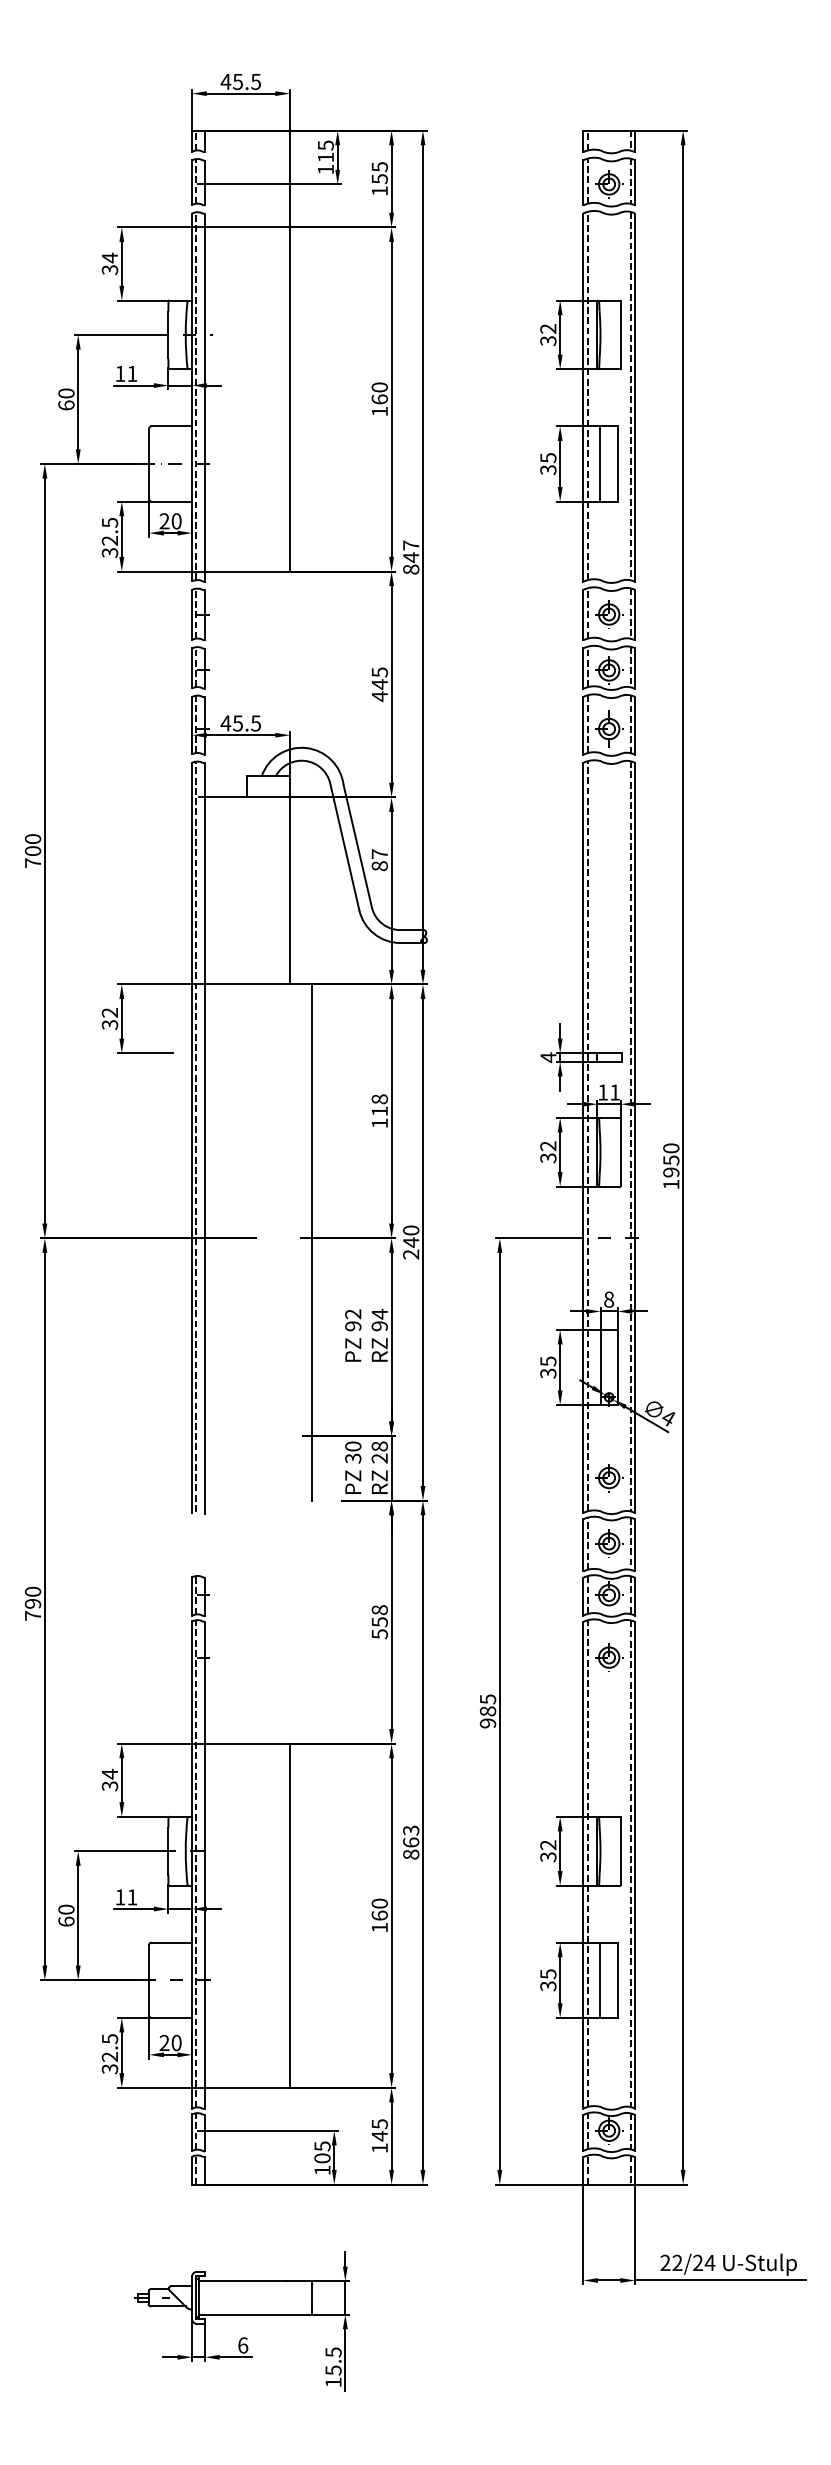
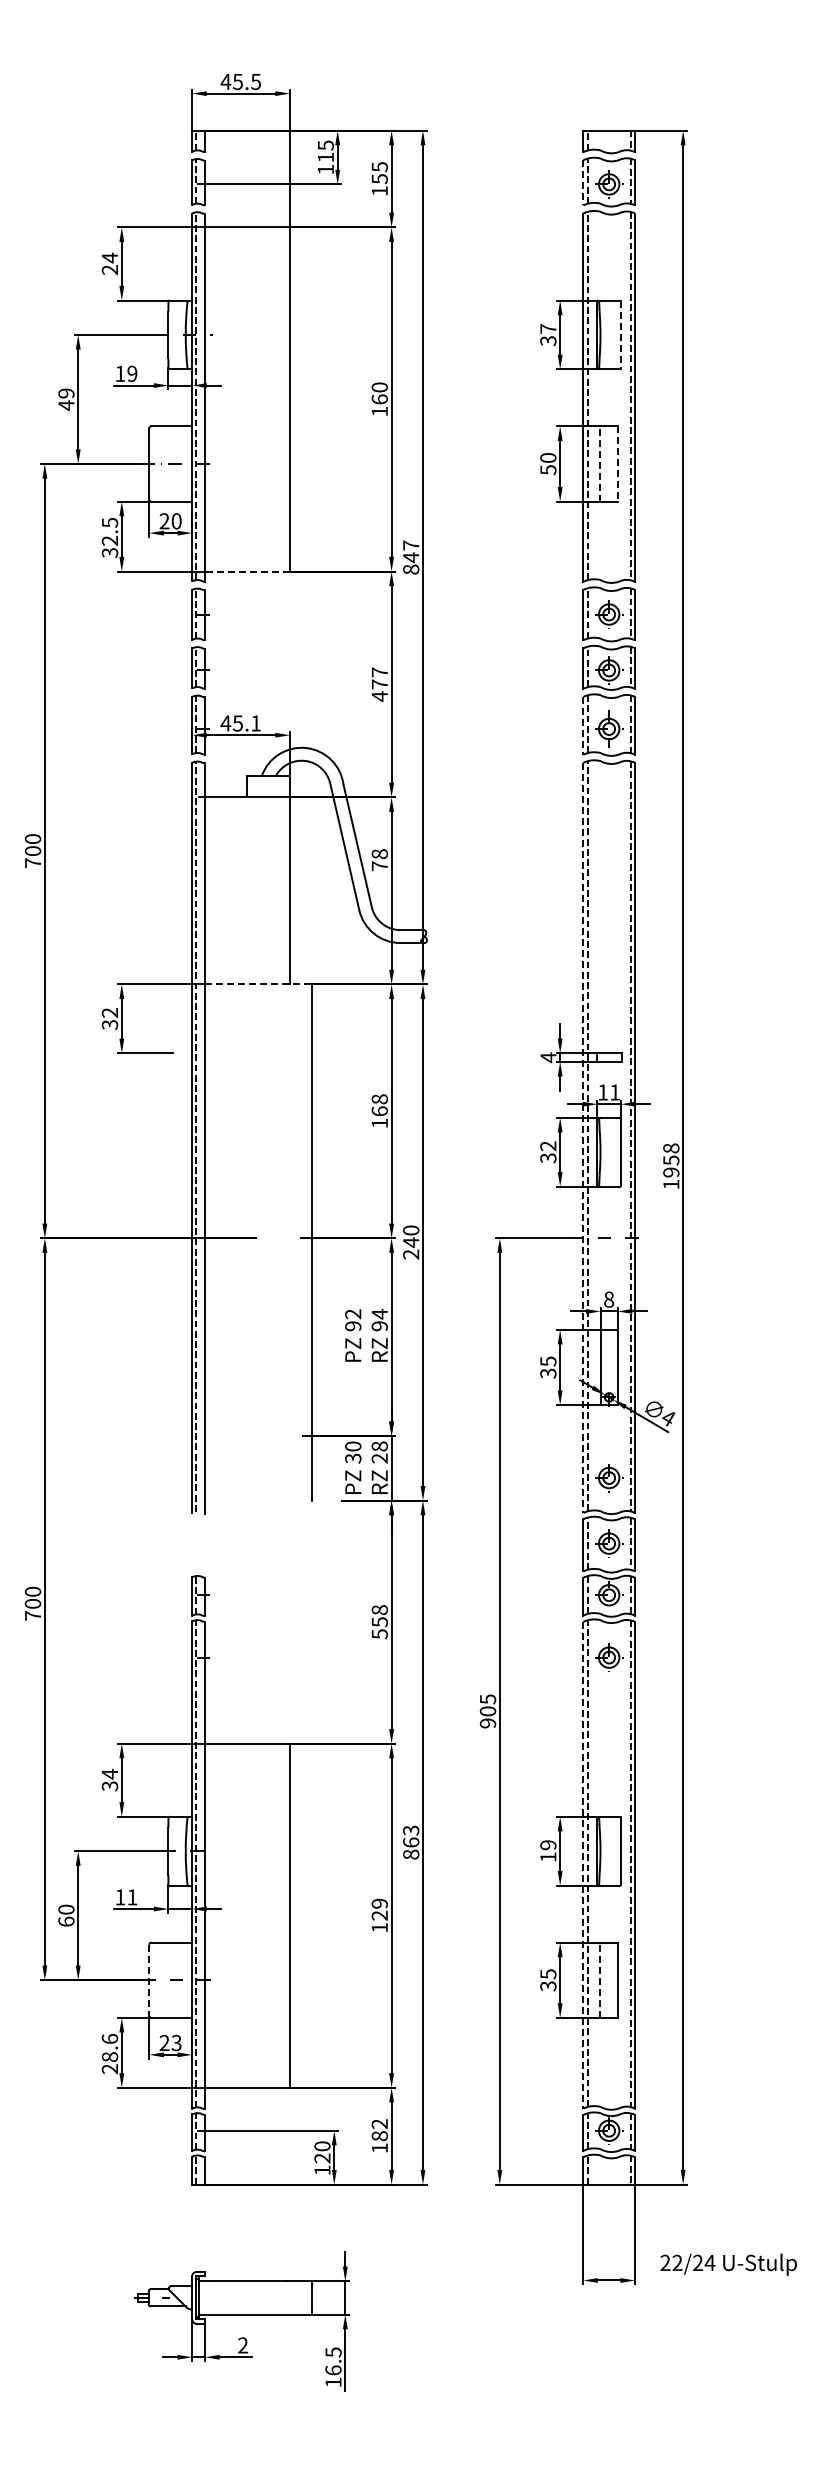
line at (583, 182): solid -> dashed
text at (110, 269): 34 -> 24
text at (548, 328): 32 -> 37
line at (621, 334): solid -> dashed
text at (132, 373): 11 -> 19
text at (66, 399): 60 -> 49
text at (548, 463): 35 -> 50
line at (600, 464): solid -> dashed
line at (618, 464): solid -> dashed
line at (247, 571): solid -> dashed
text at (379, 678): 445 -> 477
text at (255, 723): 45.5 -> 45.1
line at (583, 725): solid -> dashed
text at (379, 860): 87 -> 78
line at (258, 984): solid -> dashed
text at (379, 1111): 118 -> 168
line at (583, 1138): solid -> dashed
text at (671, 1148): 1950 -> 1958
text at (33, 1603): 790 -> 700
text at (487, 1711): 985 -> 905
text at (548, 1851): 32 -> 19
line at (583, 1865): solid -> dashed
text at (379, 1909): 160 -> 129
line at (149, 1980): solid -> dashed
line at (600, 1980): solid -> dashed
text at (176, 2043): 20 -> 23
text at (109, 2054): 32.5 -> 28.6
text at (379, 2130): 145 -> 182
text at (322, 2152): 105 -> 120
line at (720, 2280): present -> none
text at (243, 2345): 6 -> 2
text at (333, 2370): 15.5 -> 16.5
